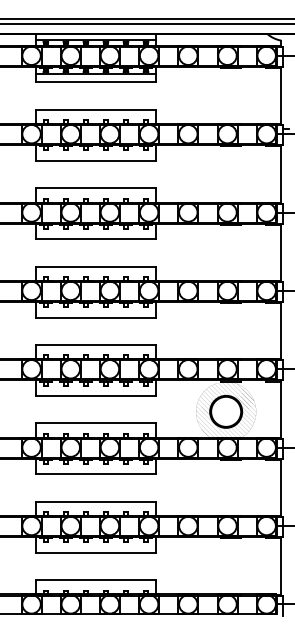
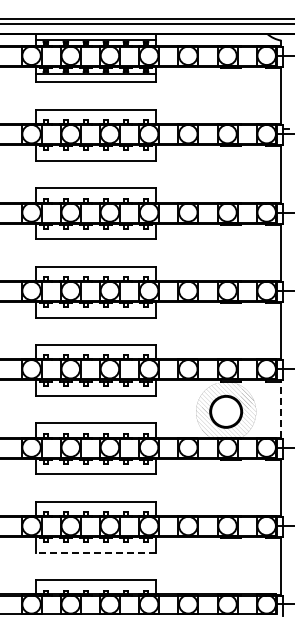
line at (281, 409): solid -> dashed
line at (95, 552): solid -> dashed
